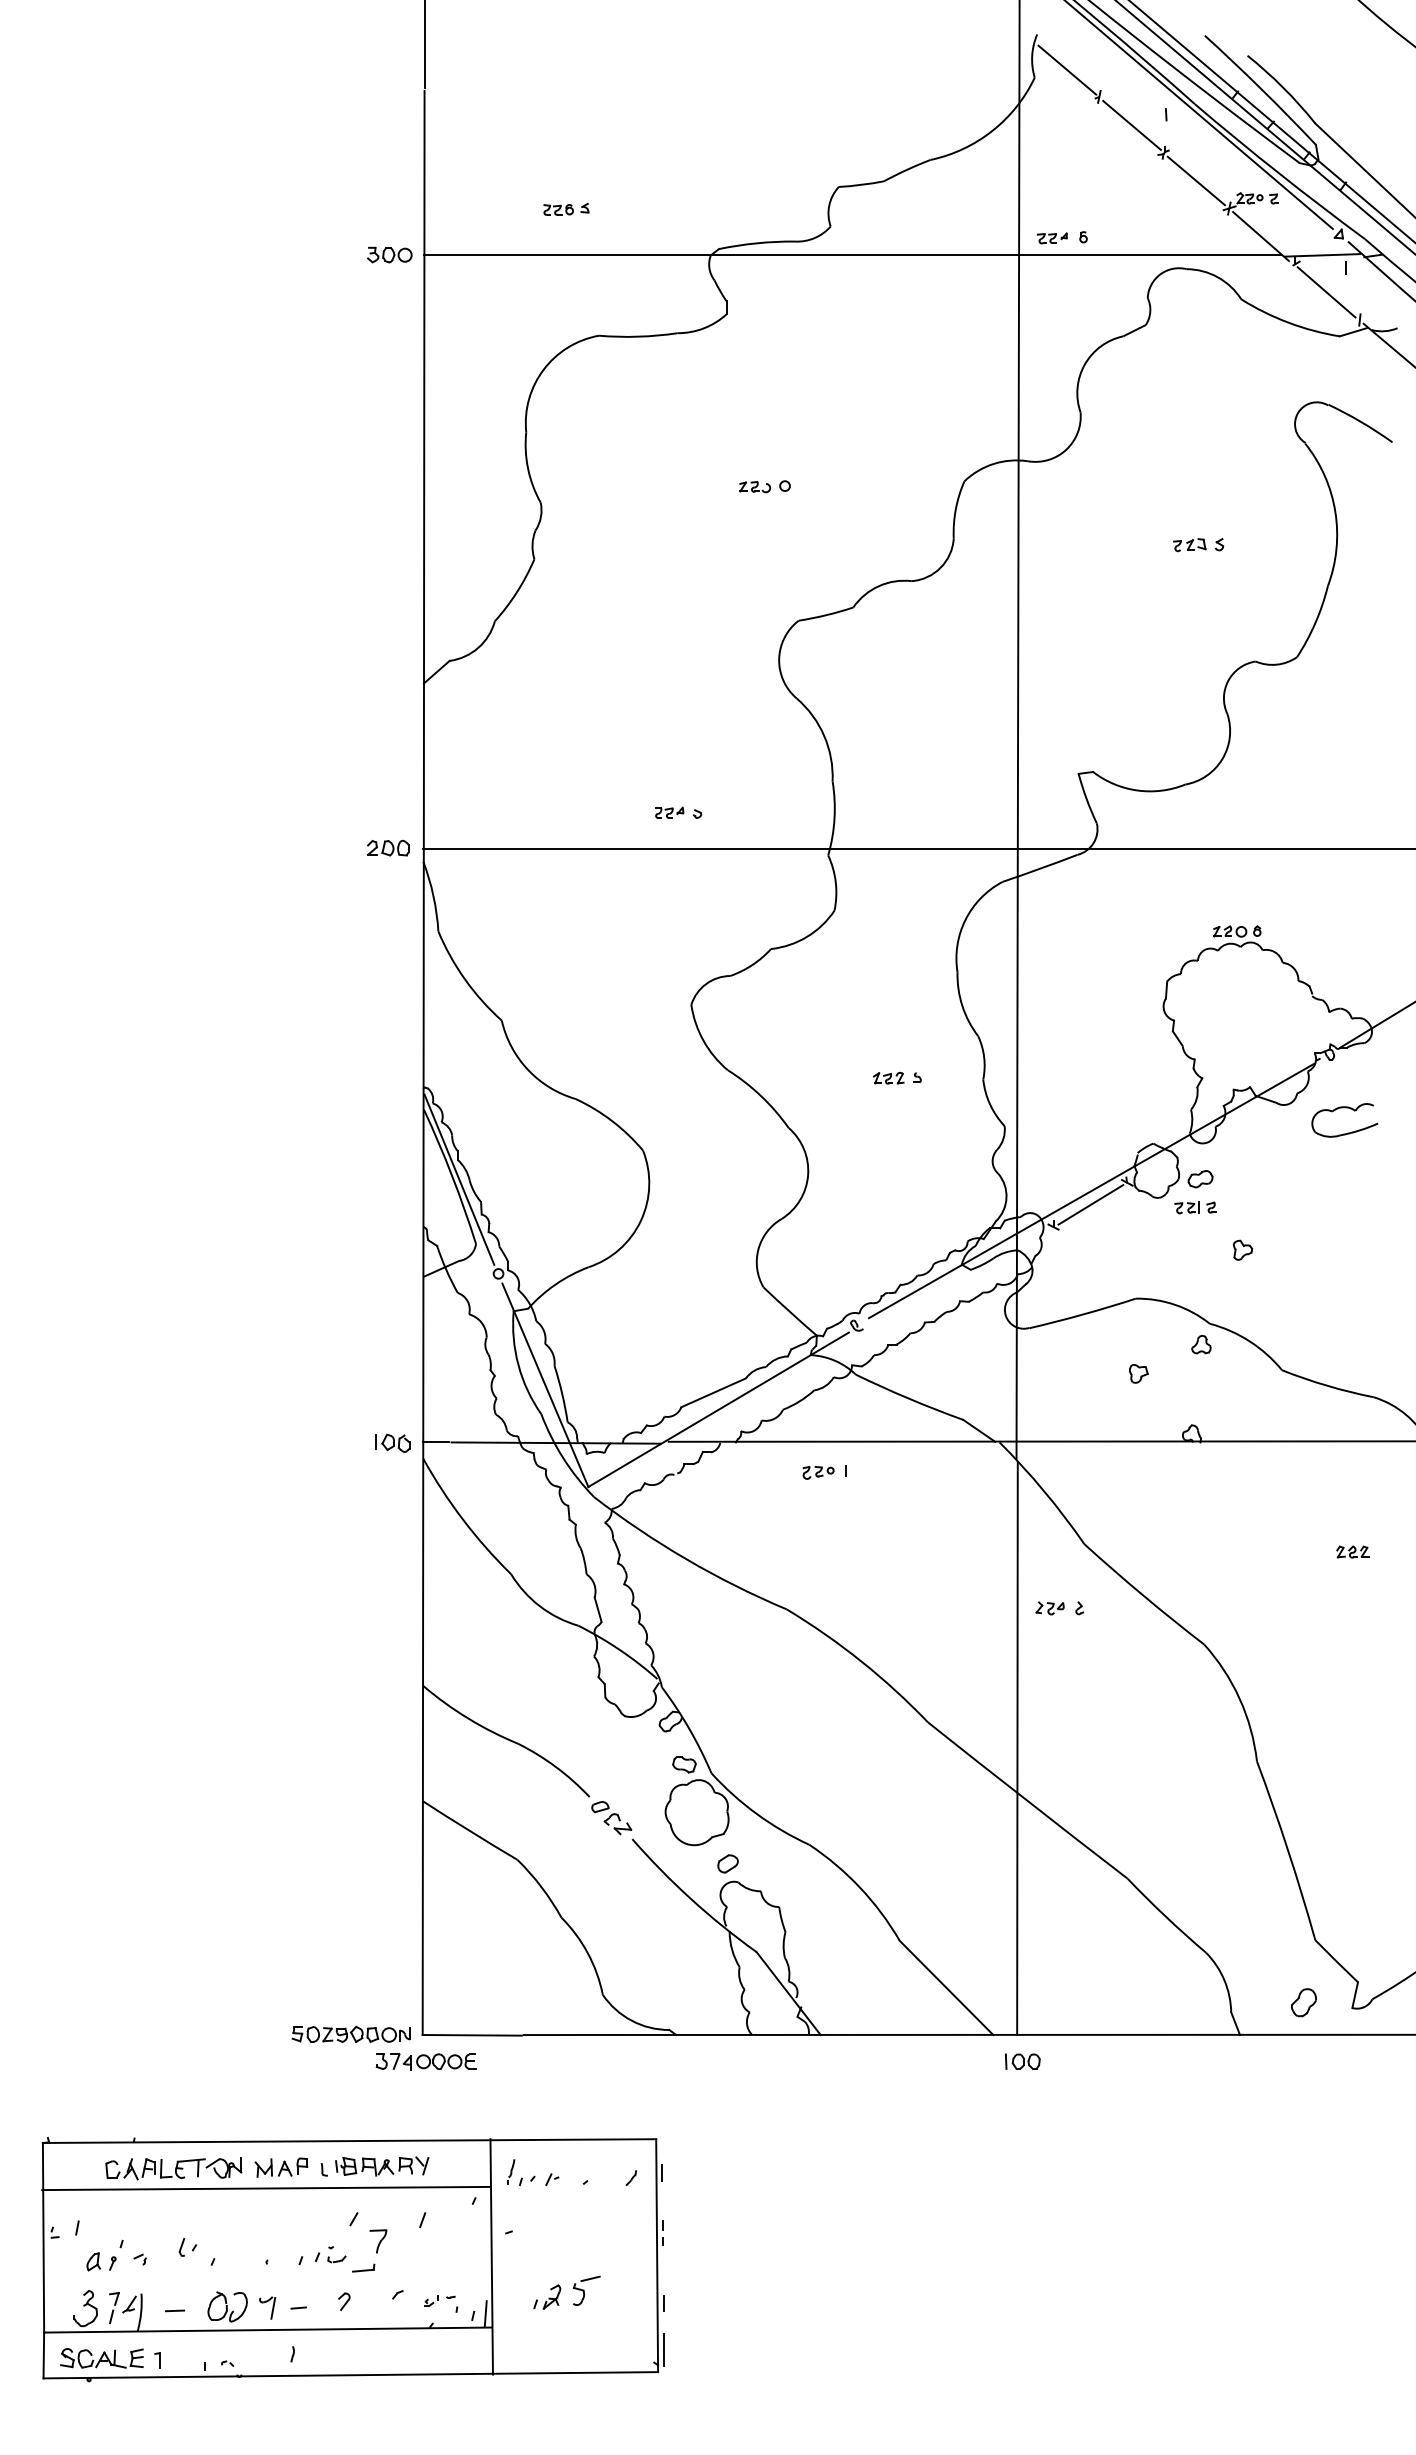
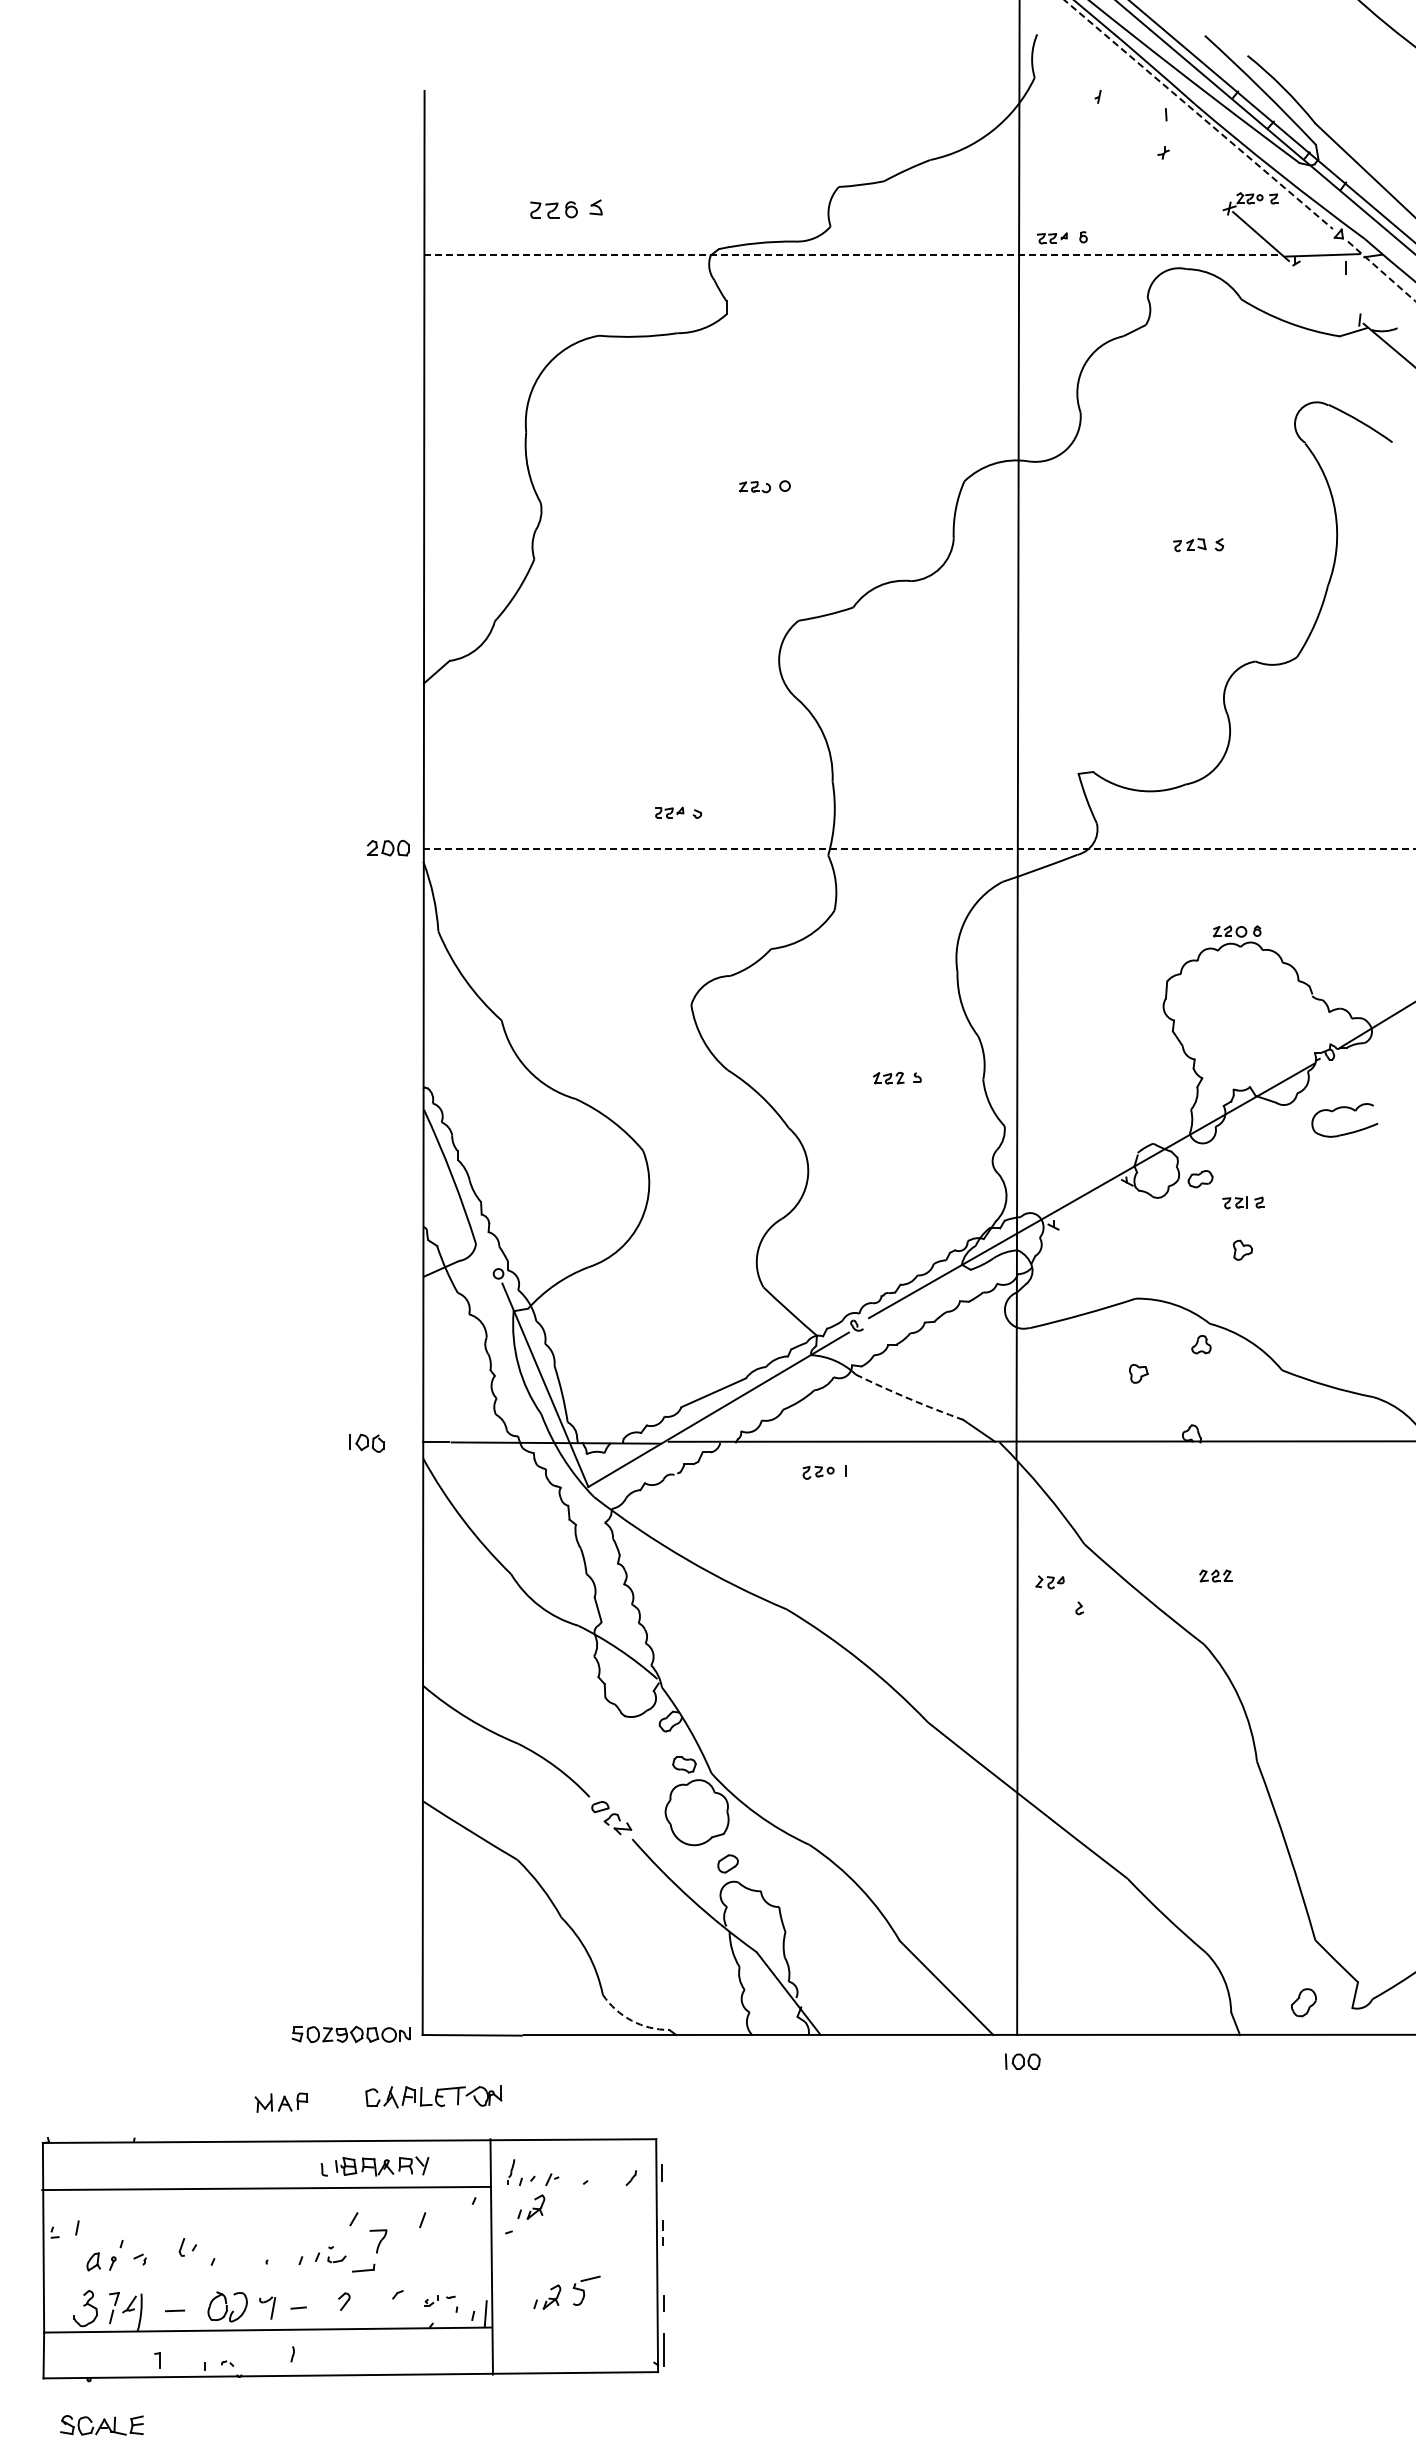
line at (424, 44): present -> none
line at (1067, 69): present -> none
line at (1199, 115): solid -> dashed
line at (1131, 124): present -> none
line at (1195, 180): present -> none
part at (566, 209) size: 47x13 px -> 73x20 px
part at (389, 254): present -> none
line at (852, 255): solid -> dashed
arc at (1382, 272): solid -> dashed
line at (1326, 292): present -> none
line at (919, 849): solid -> dashed
line at (459, 1179): present -> none
line at (1090, 1204): present -> none
part at (1195, 1207) position: (1195, 1207) -> (1243, 1202)
arc at (908, 1398): solid -> dashed
part at (392, 1442) position: (392, 1442) -> (366, 1442)
part at (1352, 1551) position: (1352, 1551) -> (1215, 1575)
part at (1049, 1608) position: (1049, 1608) -> (1049, 1582)
arc at (631, 2020): solid -> dashed
part at (425, 2061): present -> none
part at (281, 2167) position: (281, 2167) -> (281, 2102)
part at (173, 2168) position: (173, 2168) -> (433, 2096)
part at (531, 2206): none -> present
part at (101, 2358) position: (101, 2358) -> (101, 2425)
